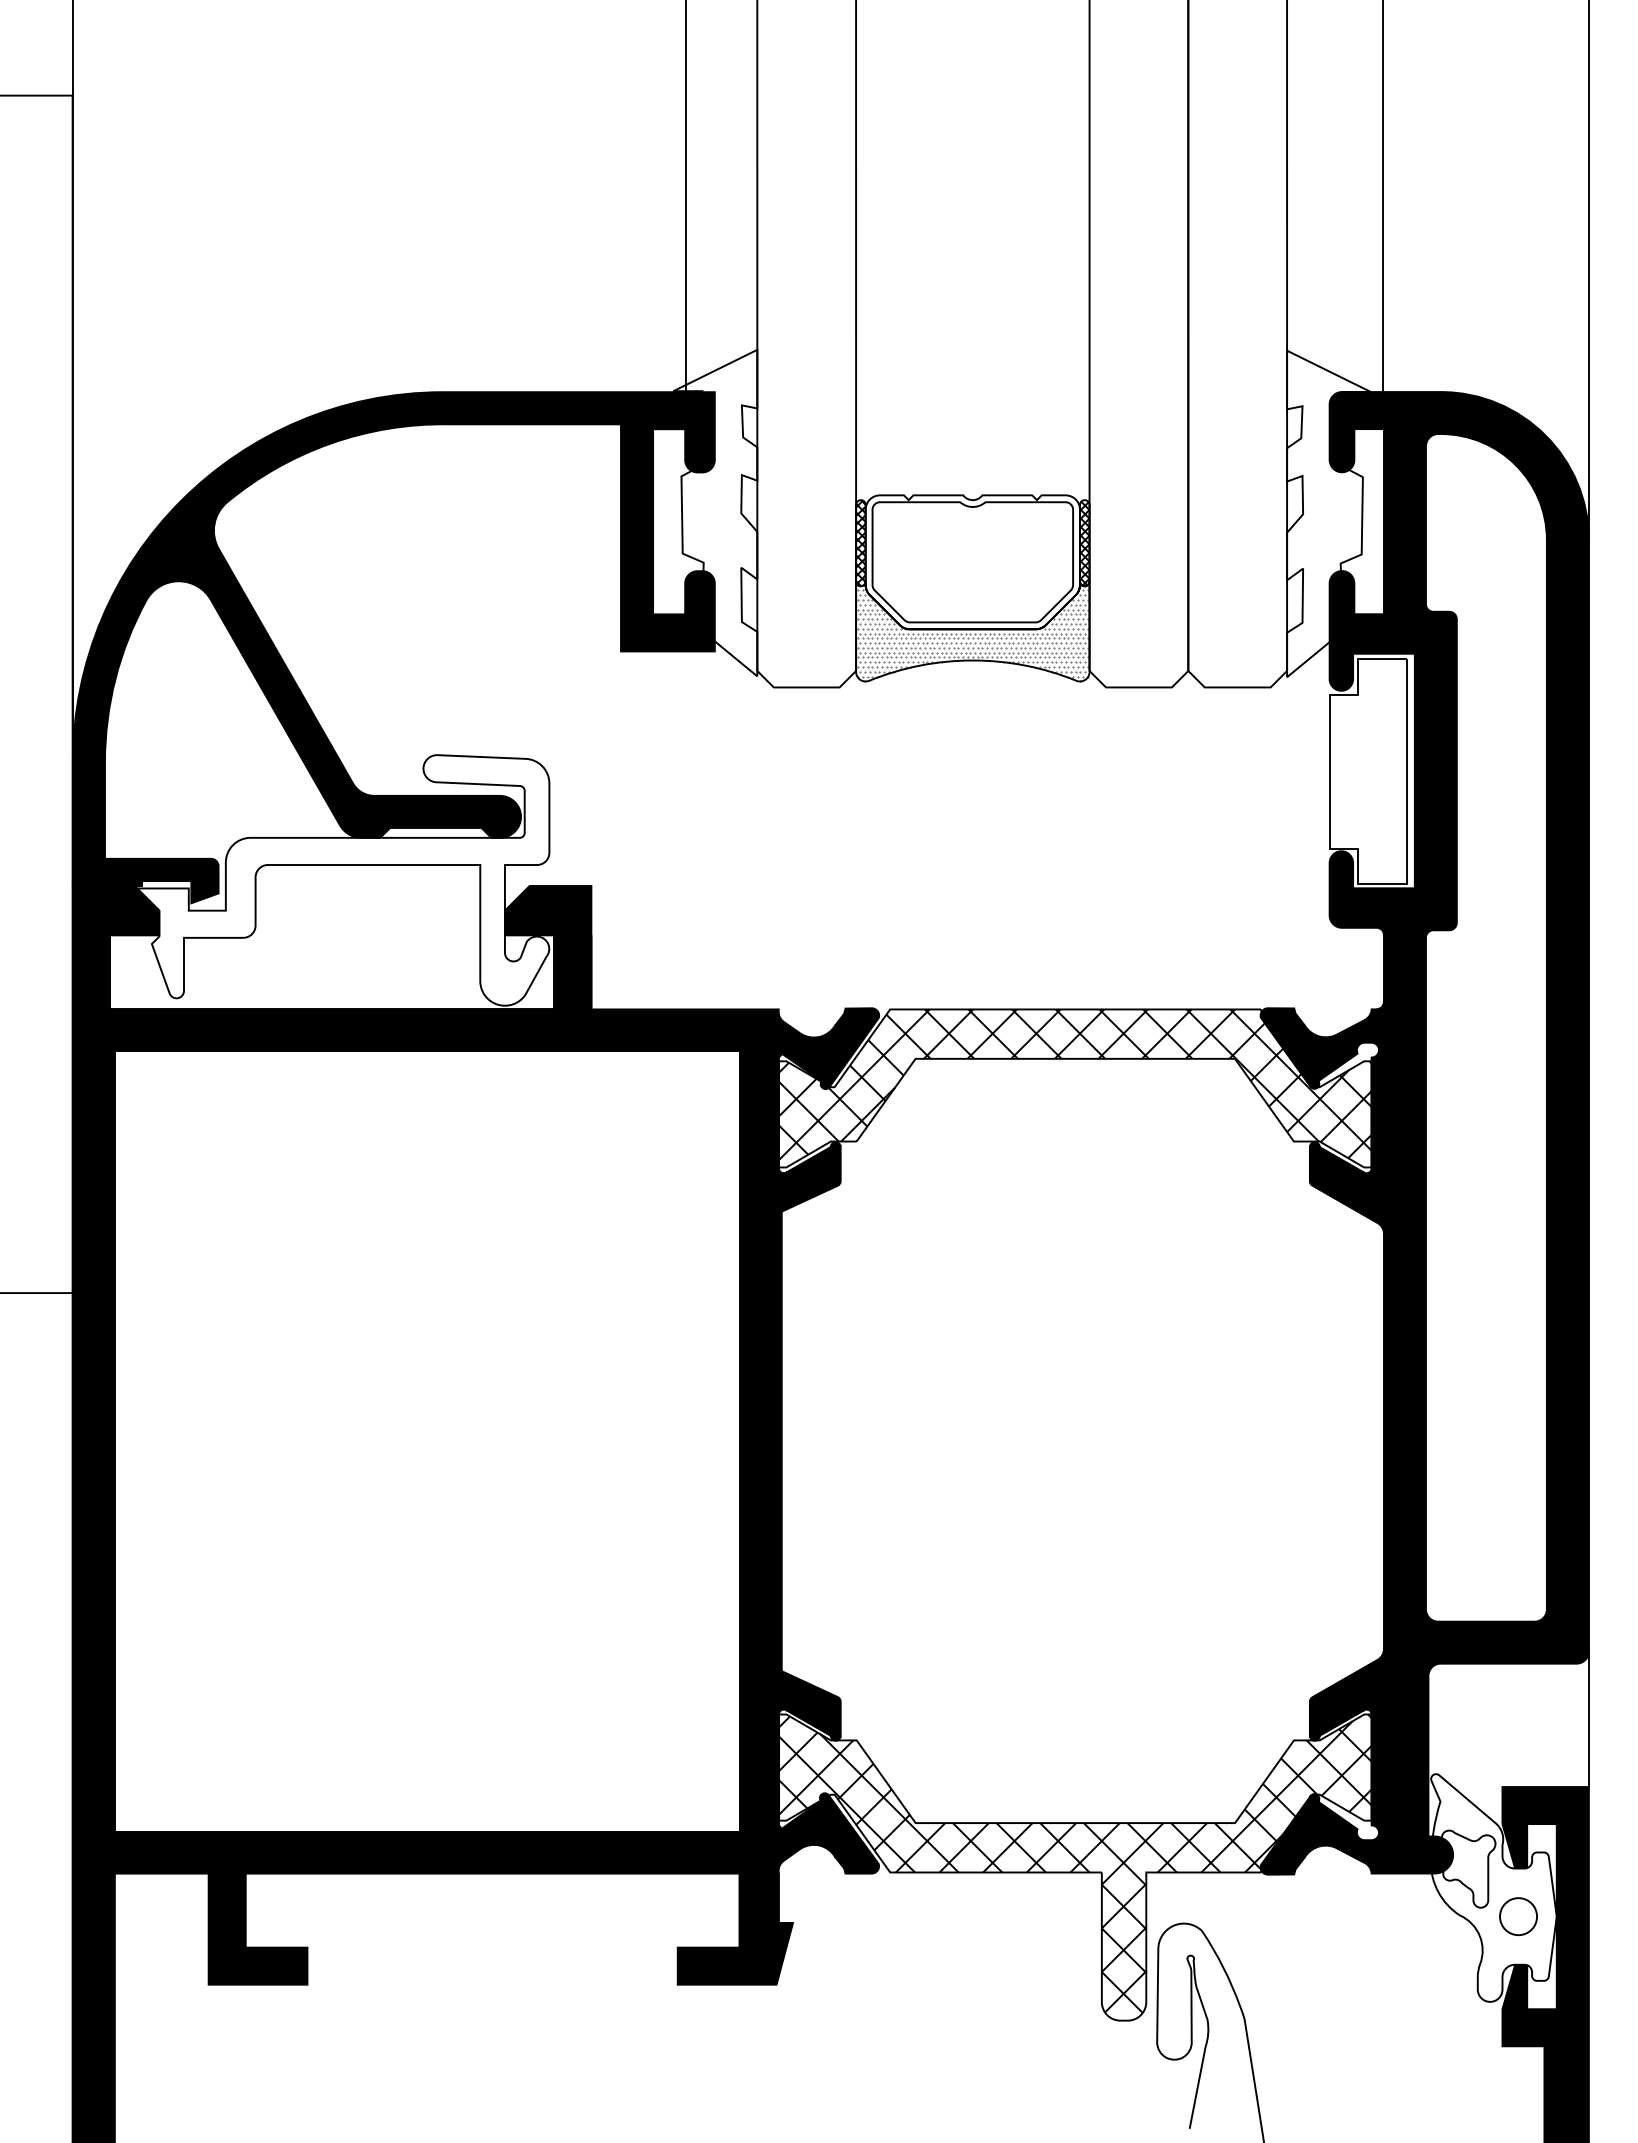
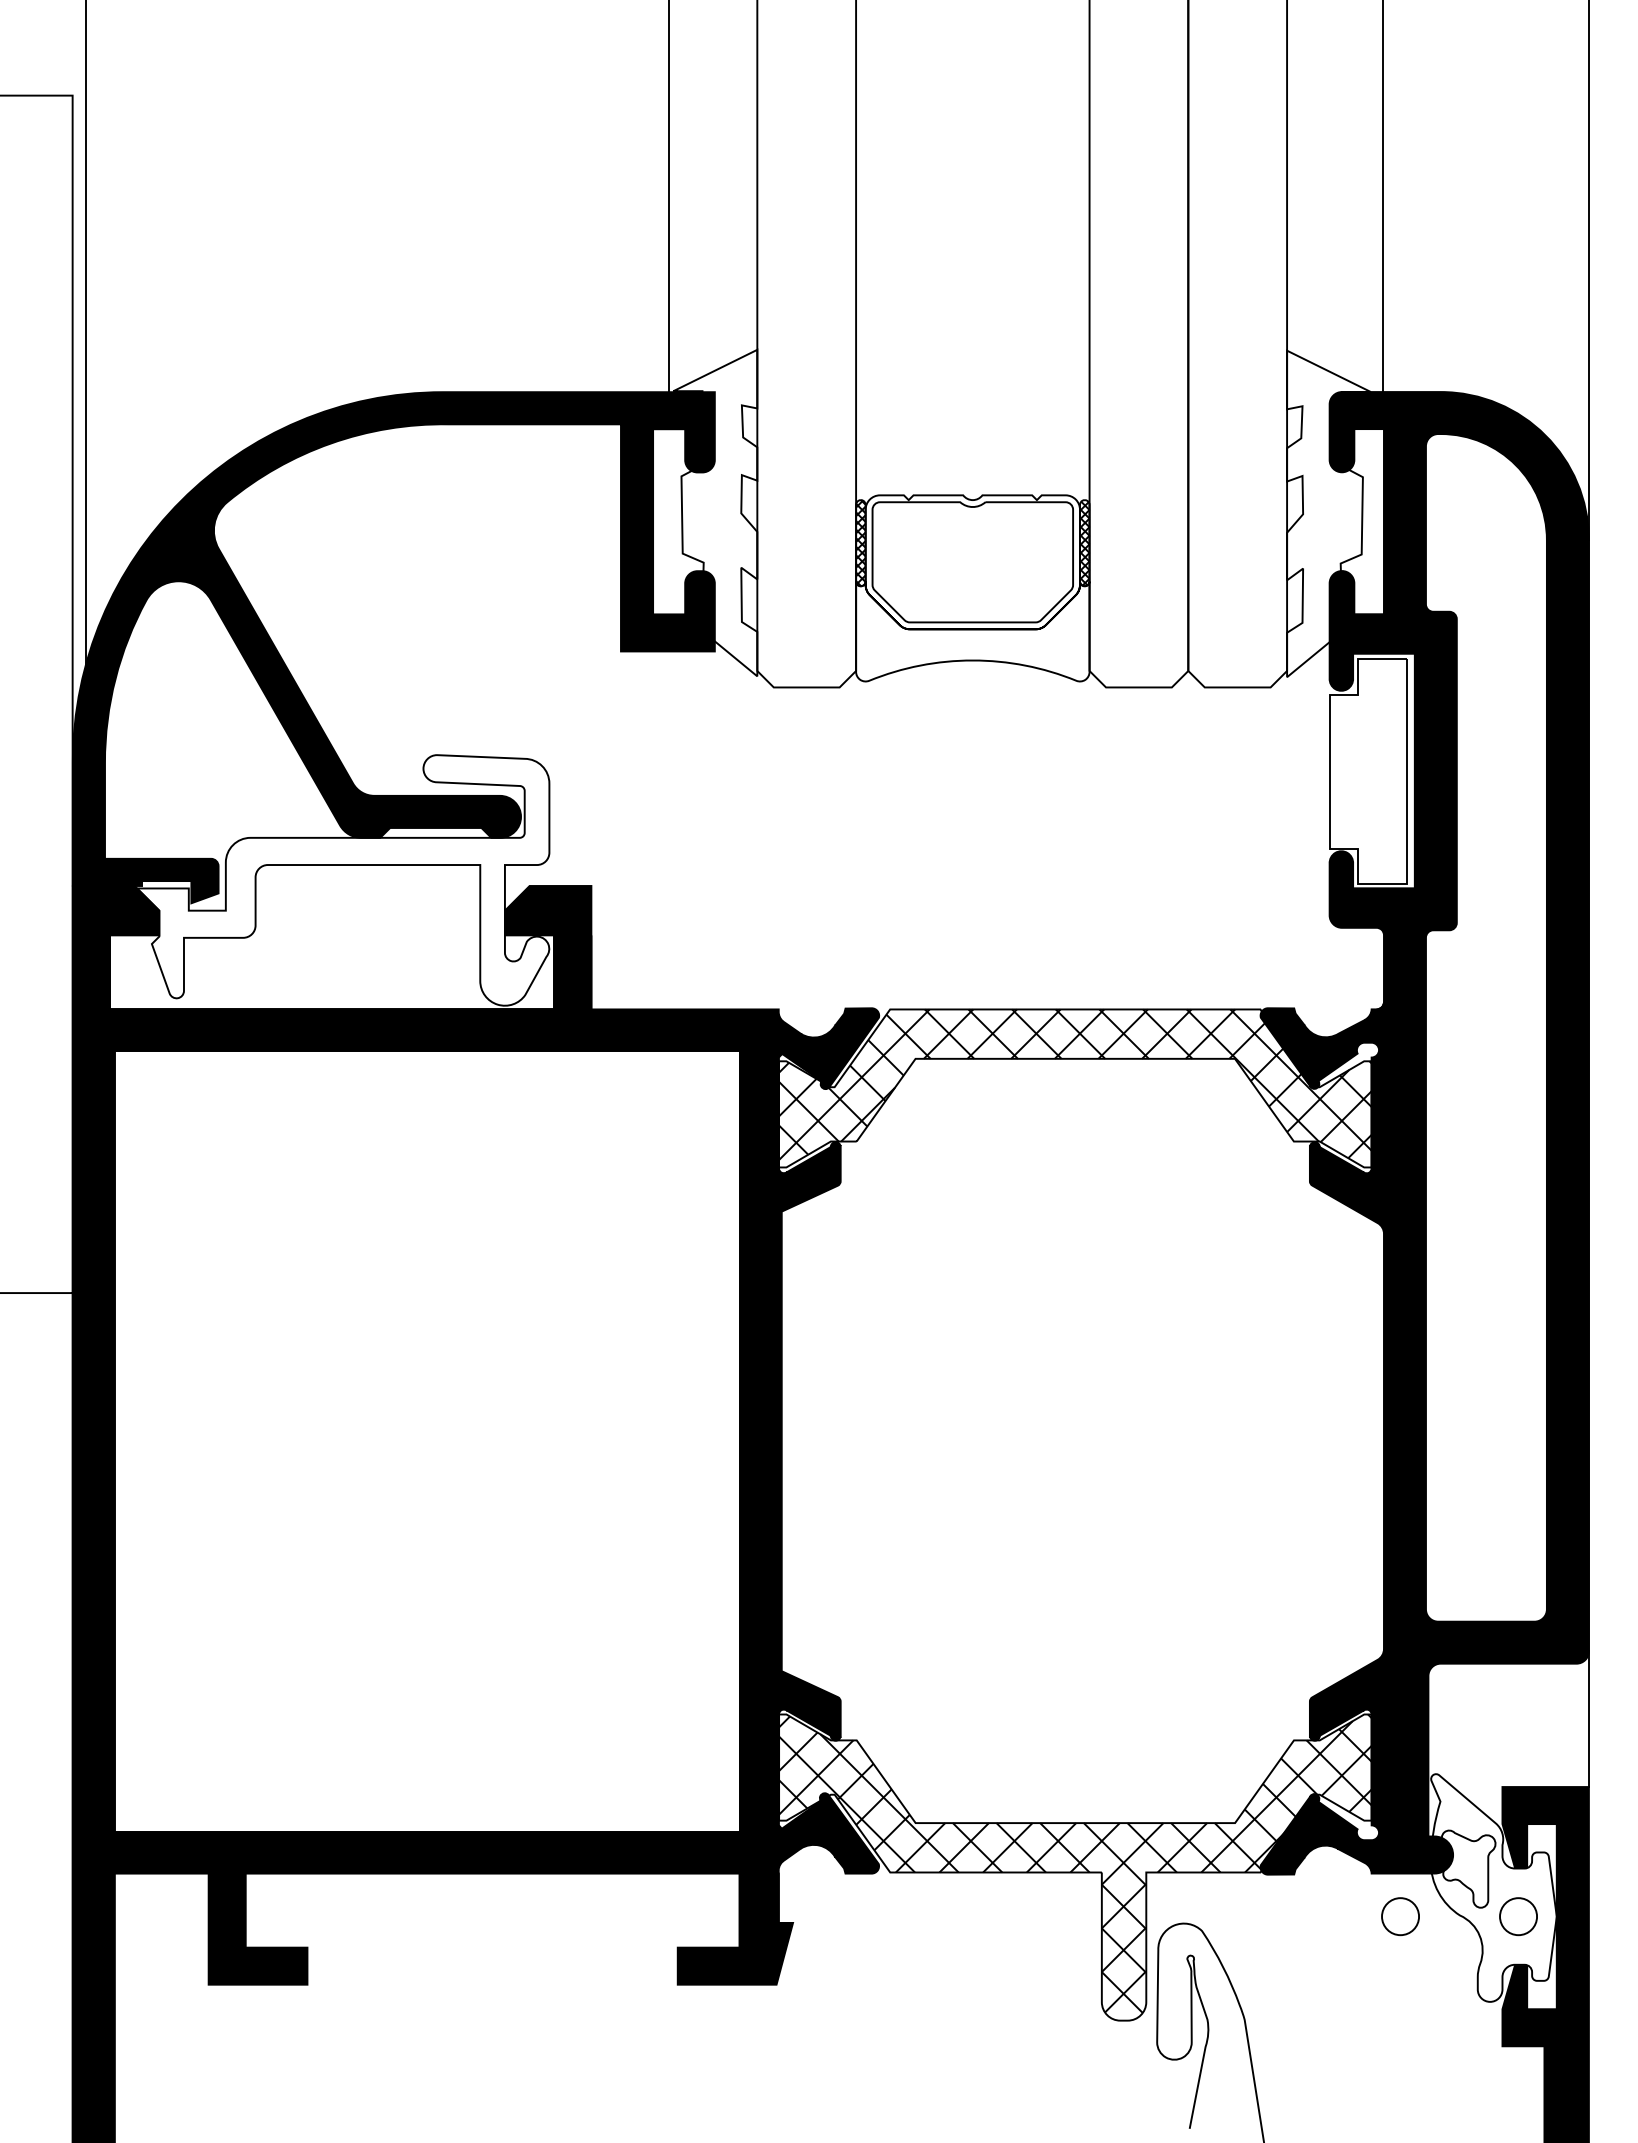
line at (685, 197) position: (685, 197) -> (668, 197)
line at (72, 382) position: (72, 382) -> (85, 382)
hatch at (972, 633): present -> none
circle at (1400, 1916): none -> present
